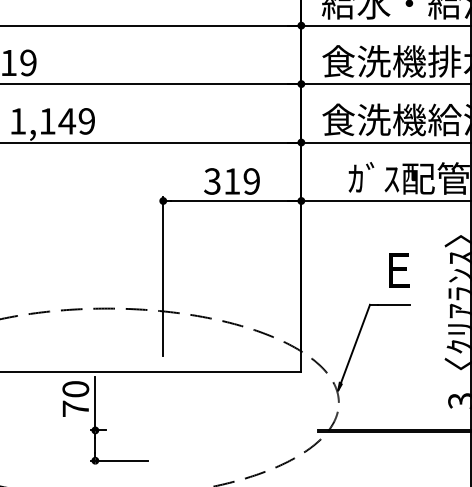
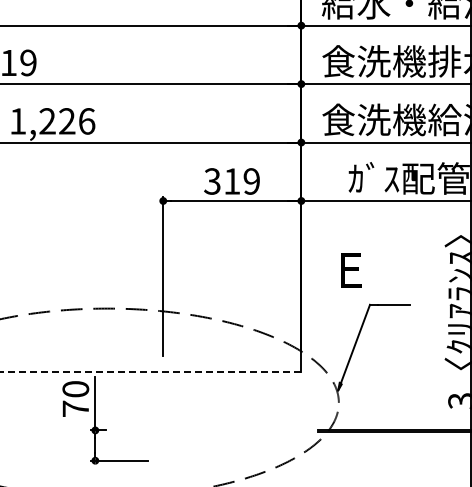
text at (67, 121): 1,149 -> 1,226
text at (399, 270) position: (399, 270) -> (351, 270)
line at (150, 371): solid -> dashed
